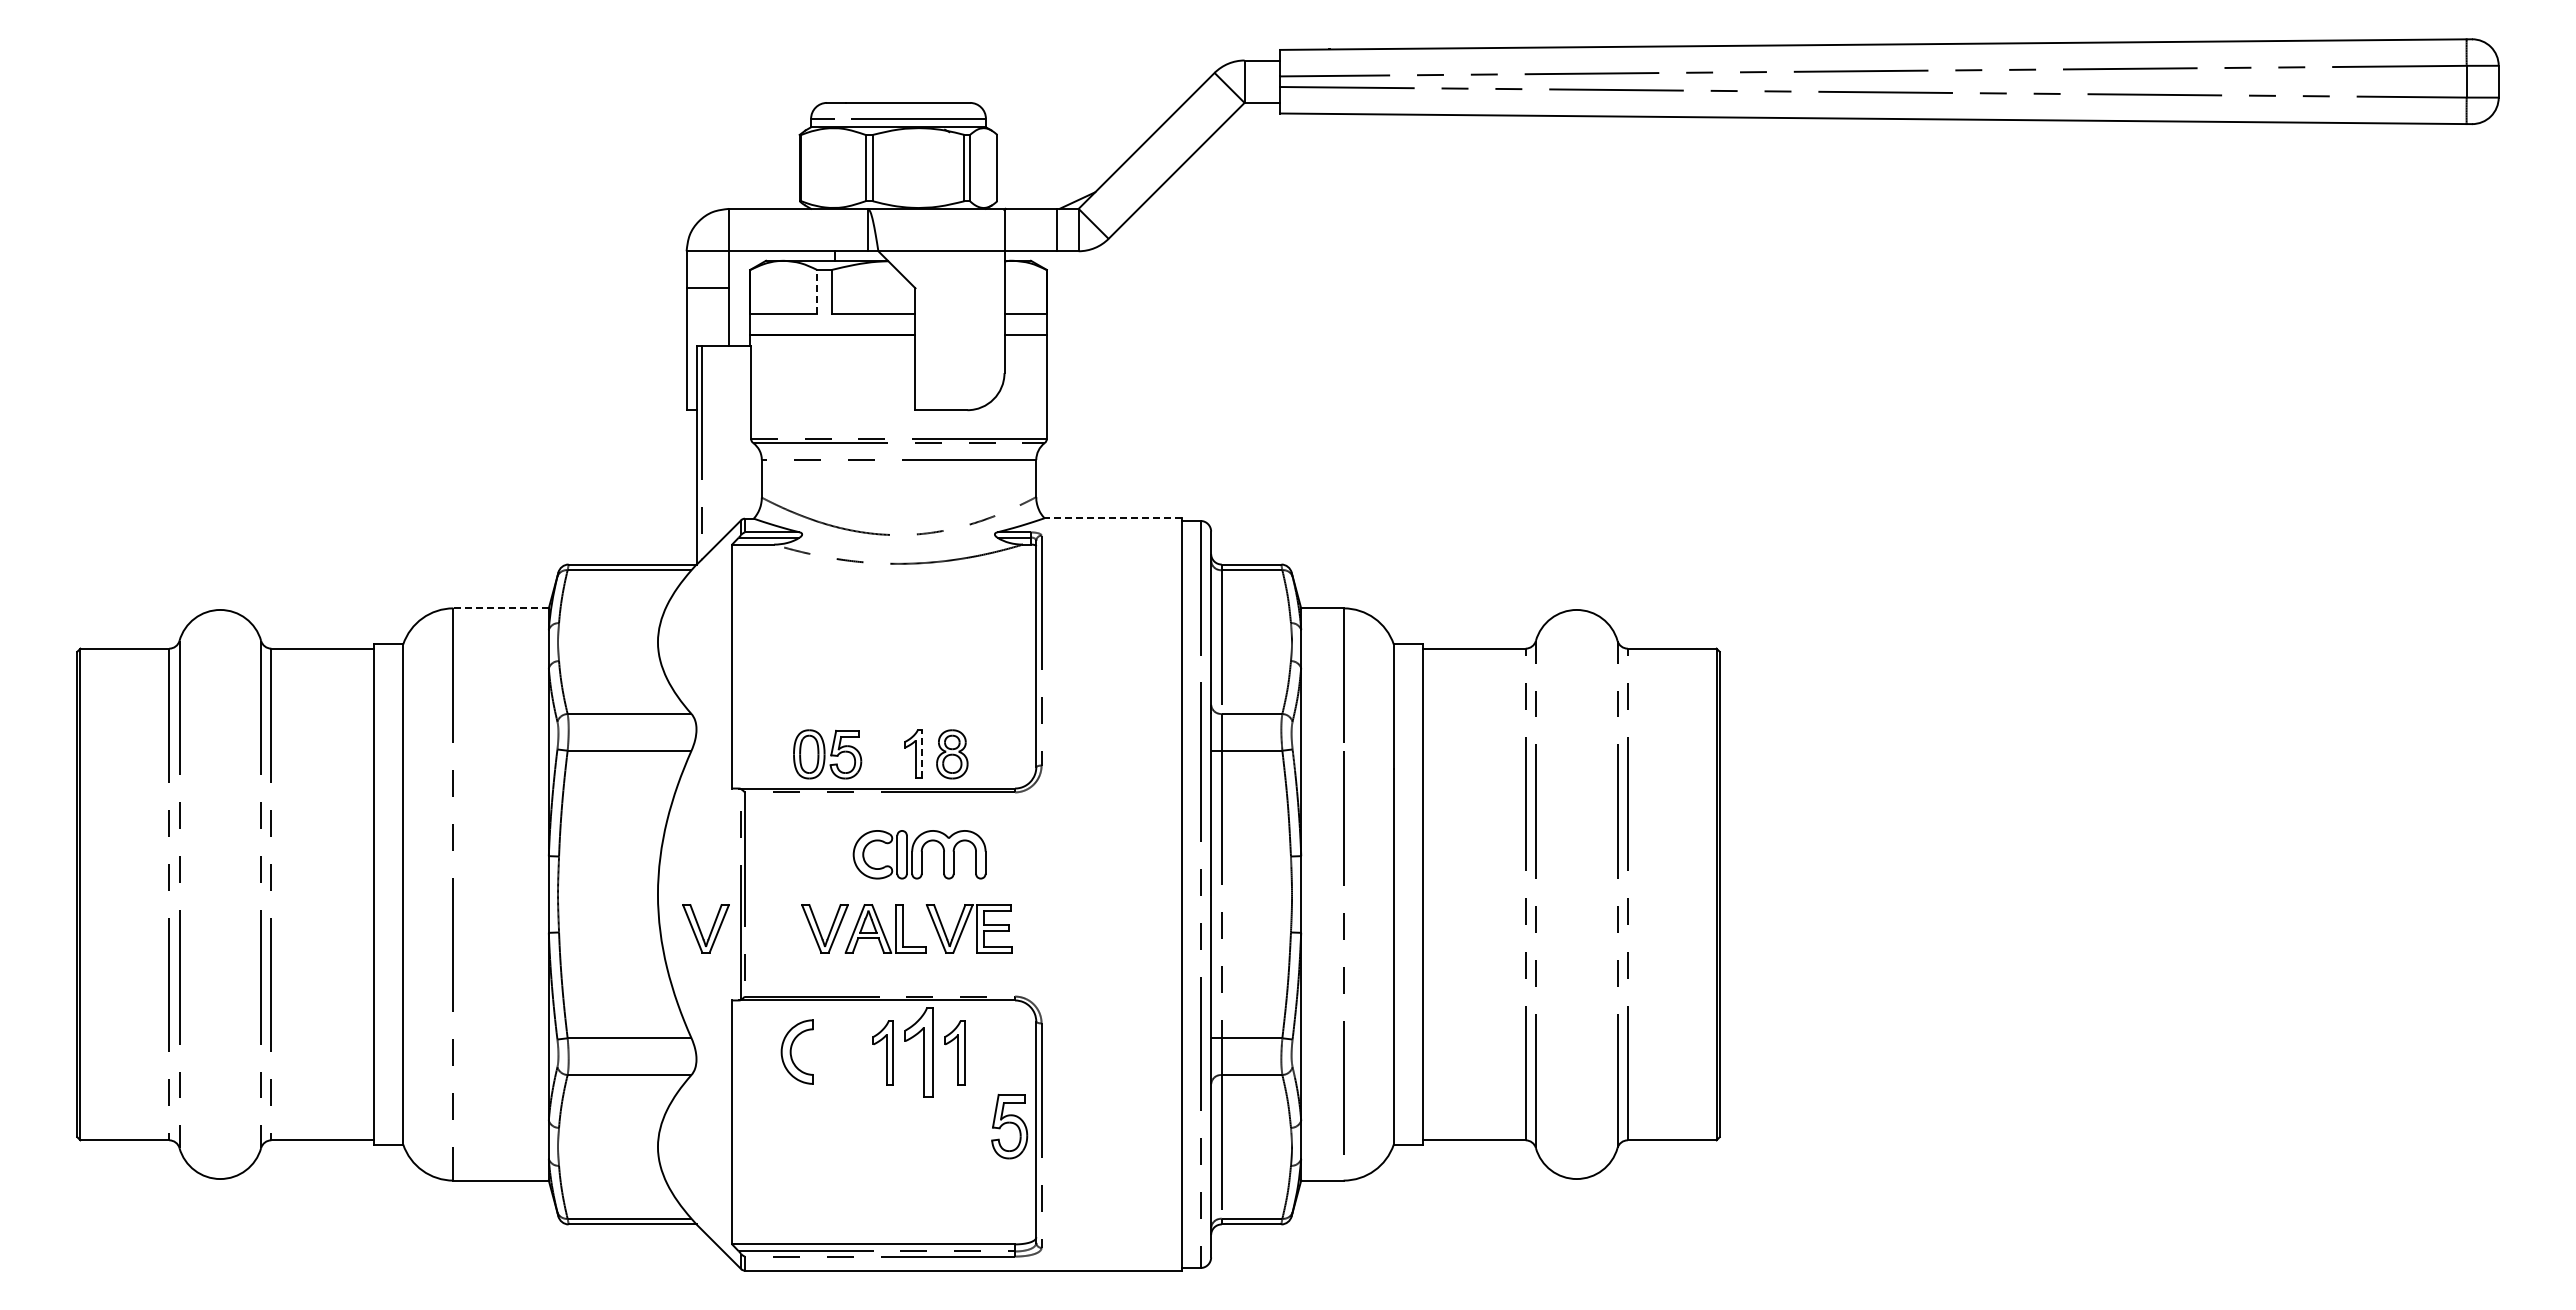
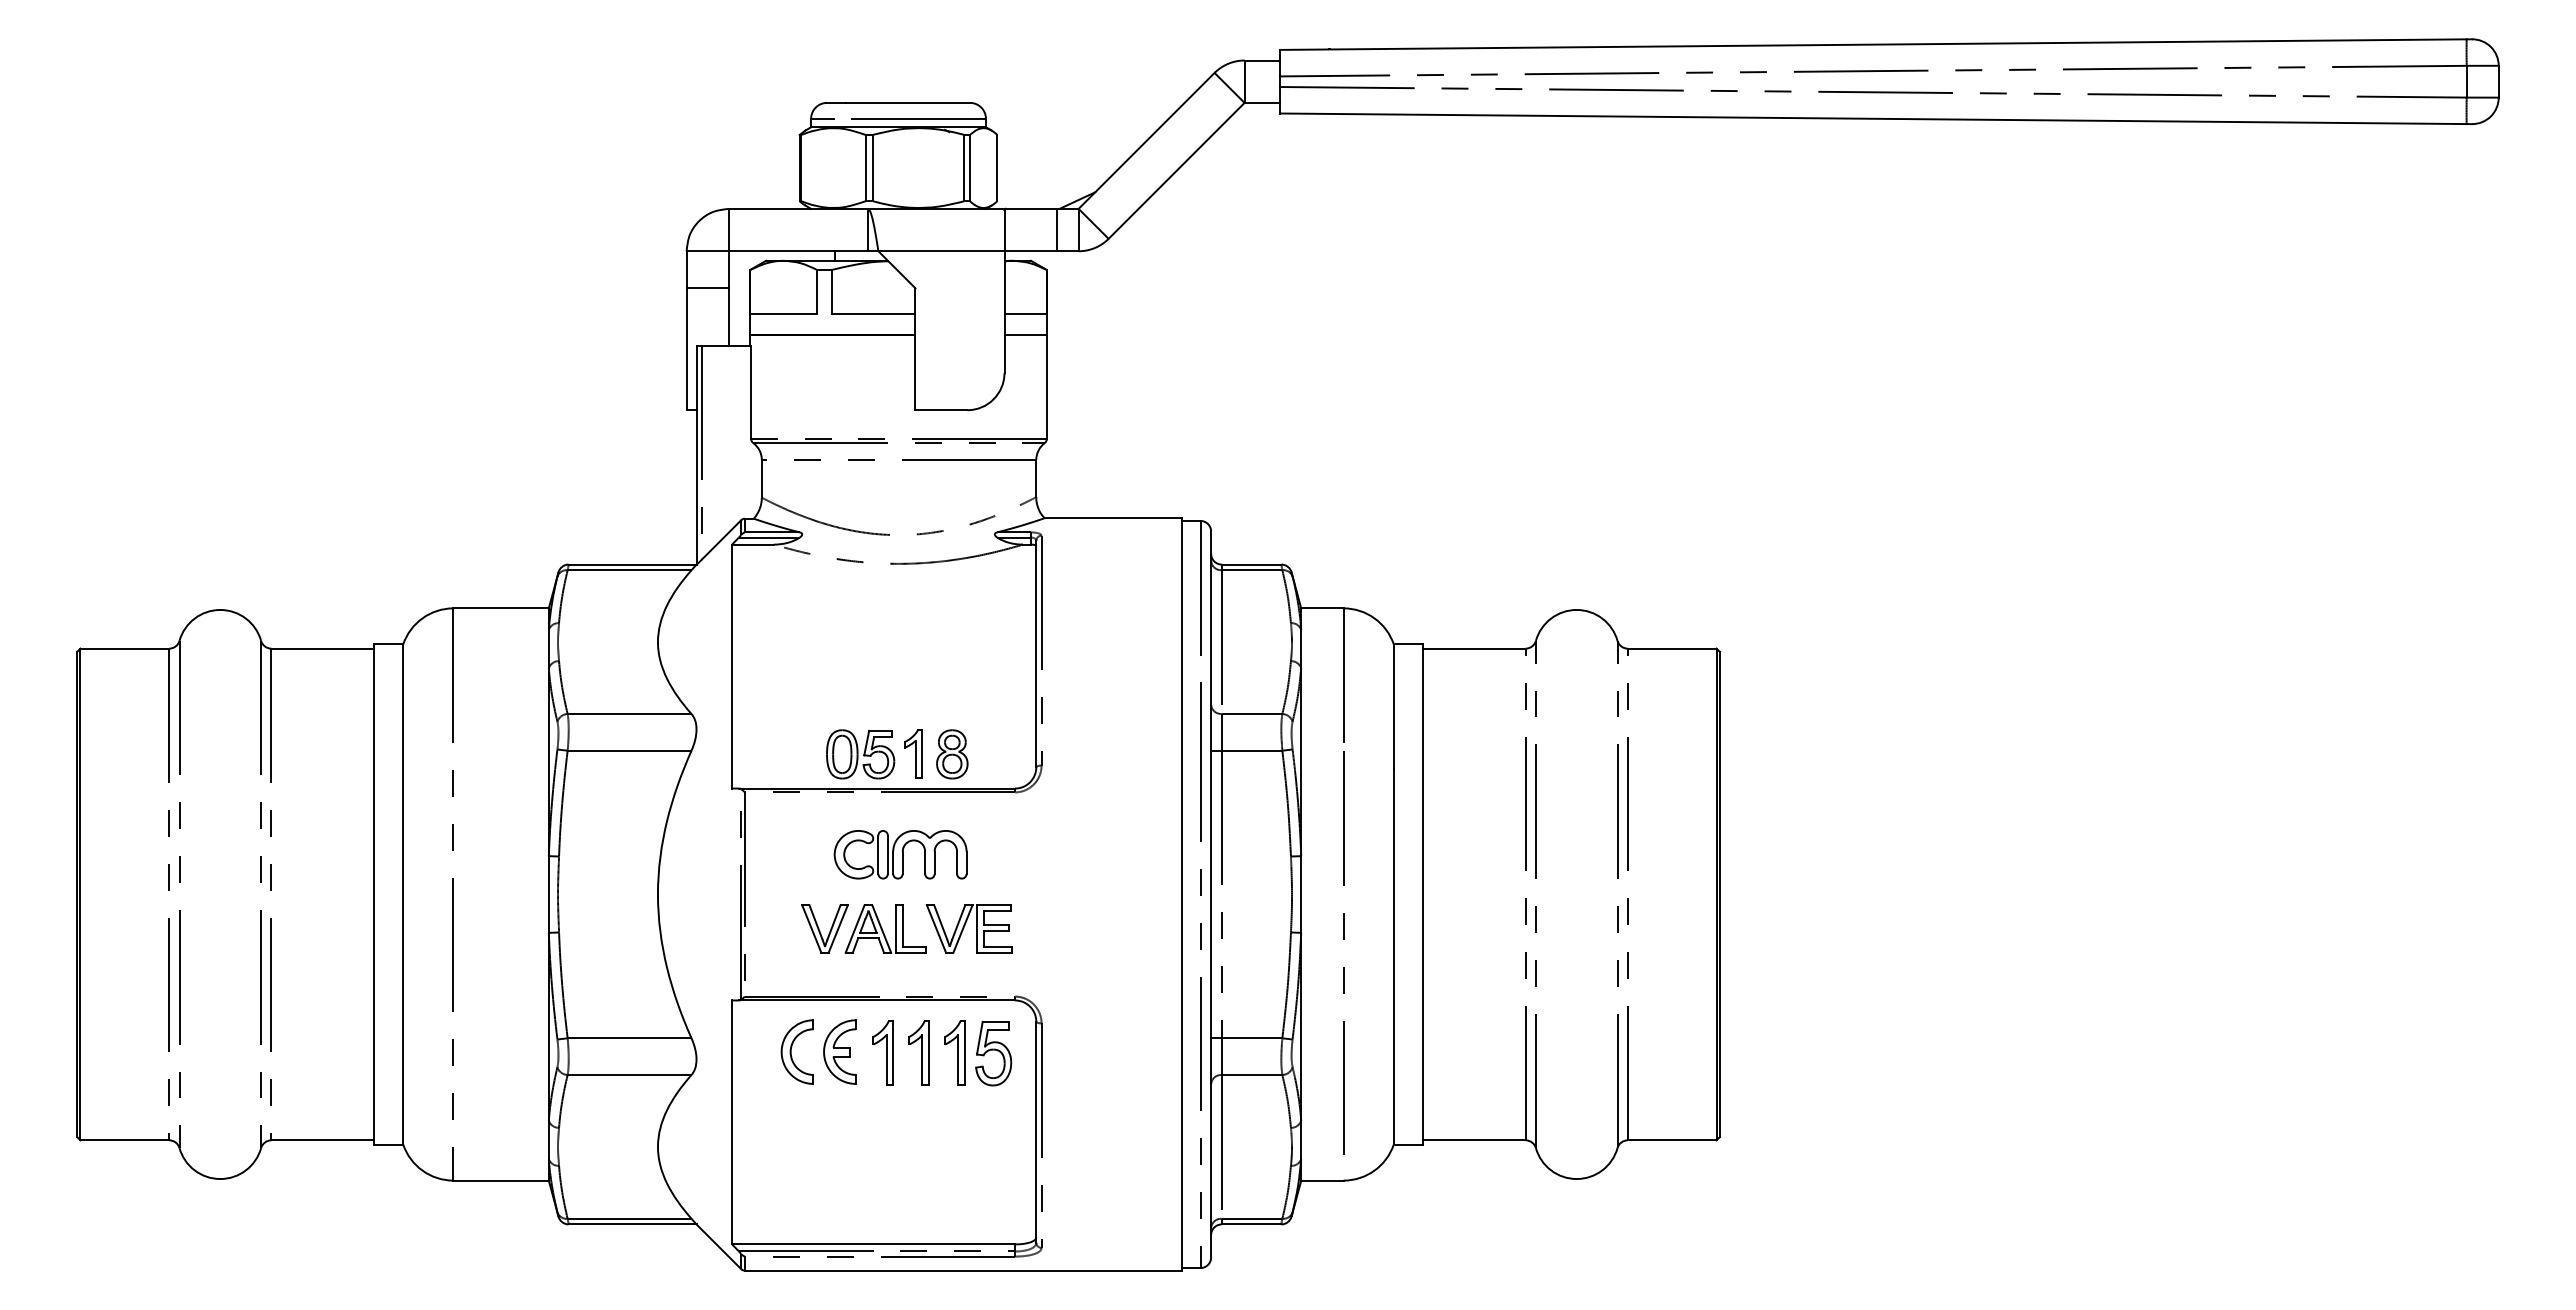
line at (817, 291): dashed -> solid
line at (1113, 518): dashed -> solid
line at (501, 608): dashed -> solid
part at (827, 754) position: (827, 754) -> (860, 754)
line at (921, 754): dashed -> solid
part at (919, 854) position: (919, 854) -> (900, 854)
part at (705, 928): present -> none
part at (839, 1051): none -> present
part at (918, 1052) size: 30x91 px -> 22x66 px
part at (1009, 1126) position: (1009, 1126) -> (993, 1053)
